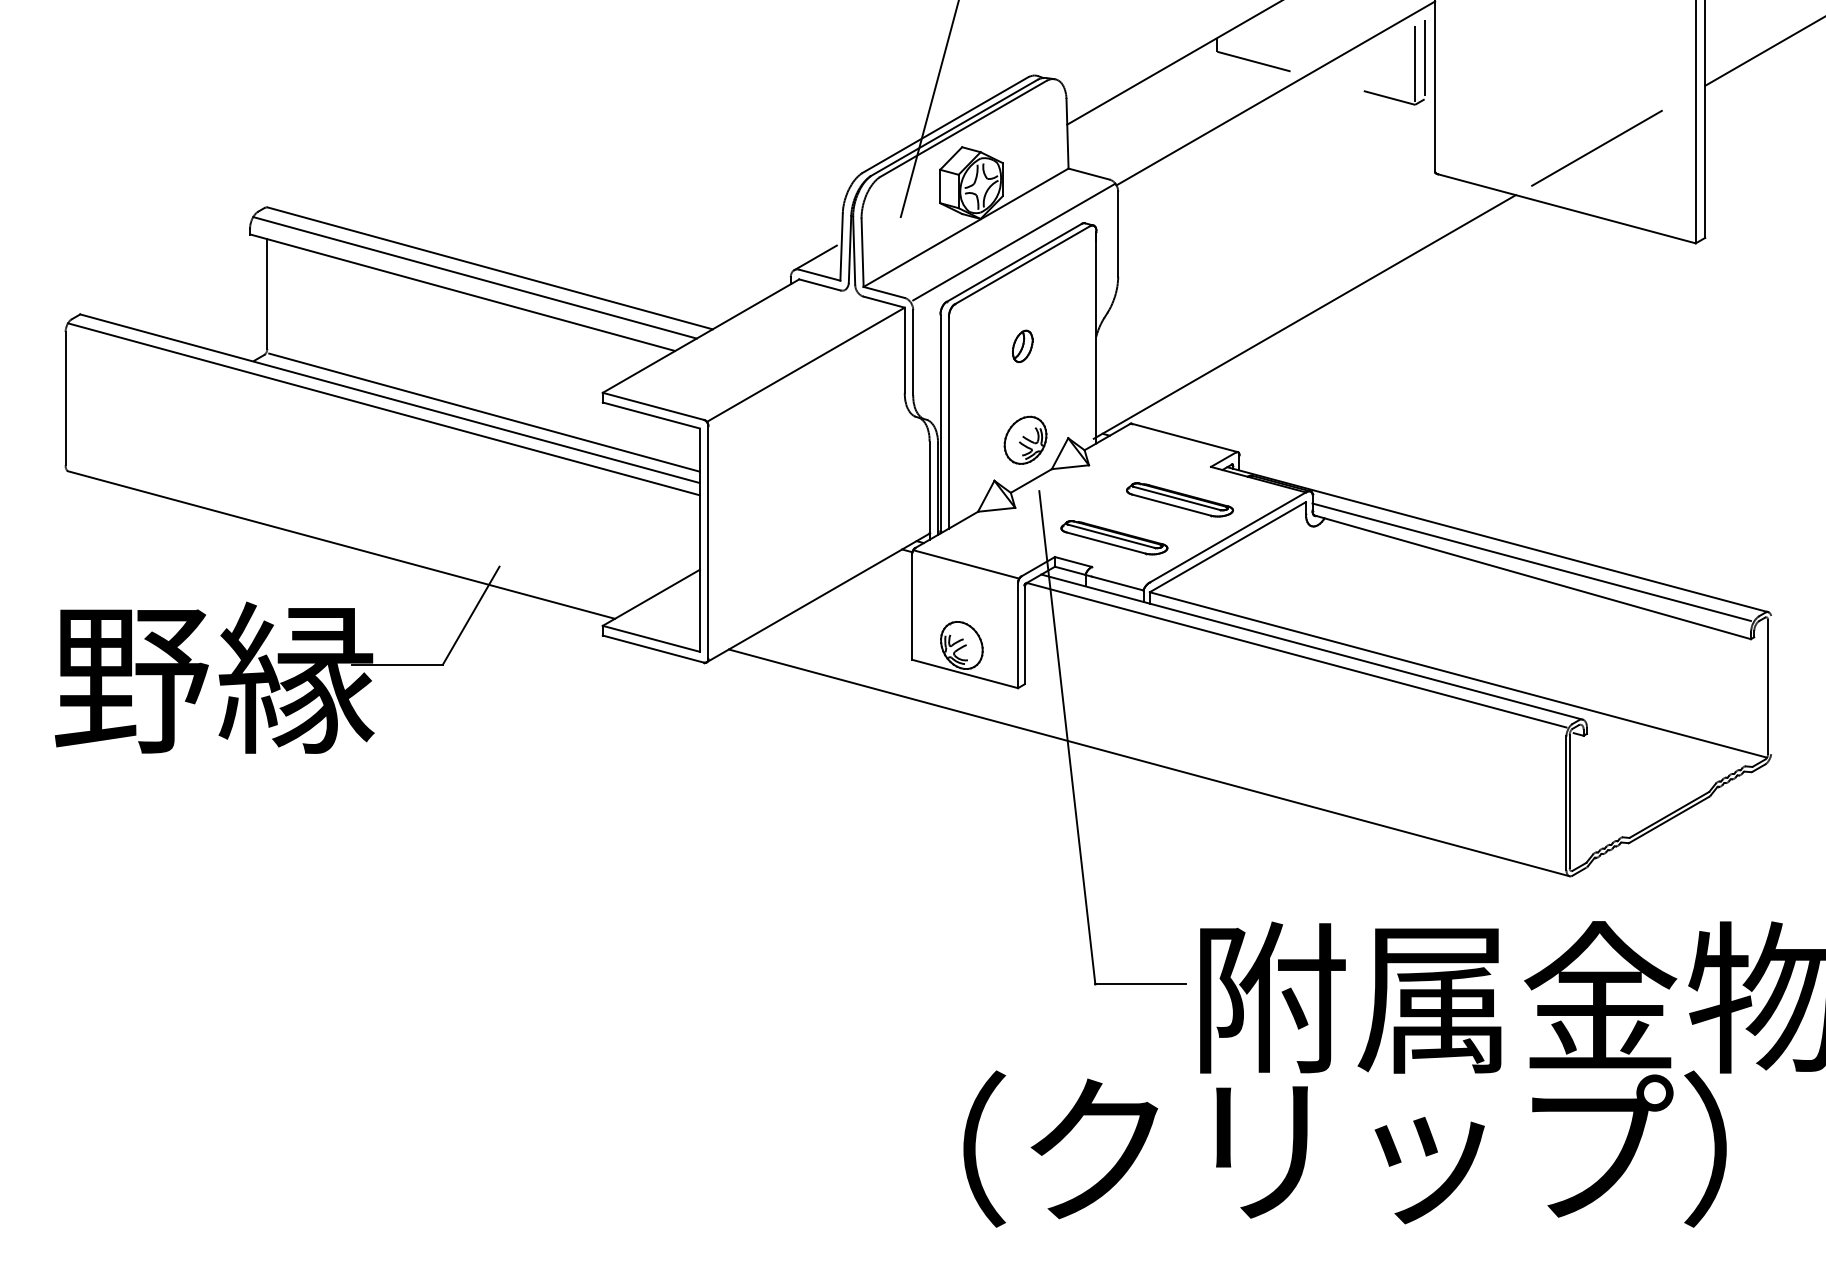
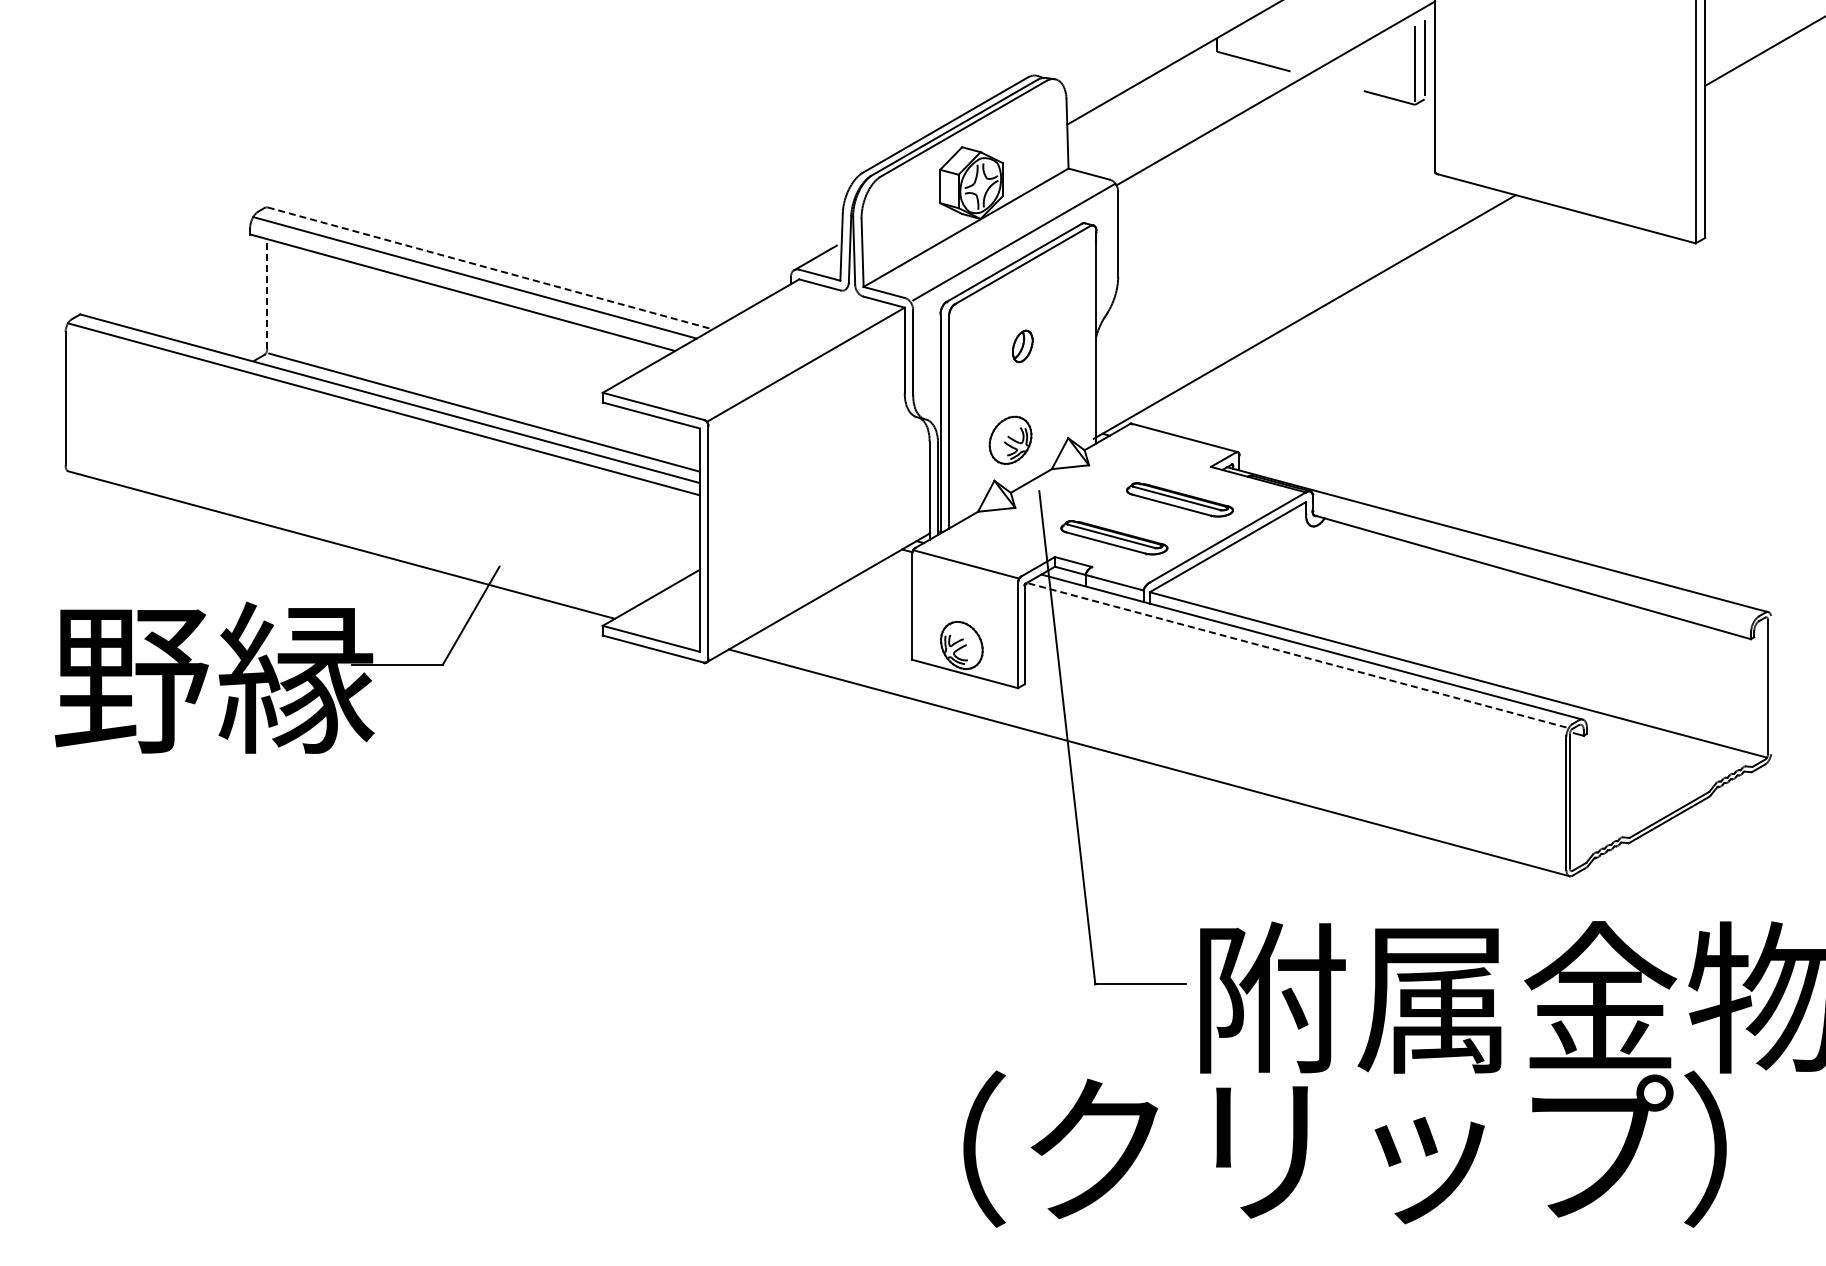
line at (929, 109): present -> none
line at (1596, 147): present -> none
line at (490, 268): solid -> dashed
line at (267, 294): solid -> dashed
part at (1025, 439) position: (1025, 439) -> (1010, 439)
line at (1531, 562): present -> none
line at (1296, 655): solid -> dashed
